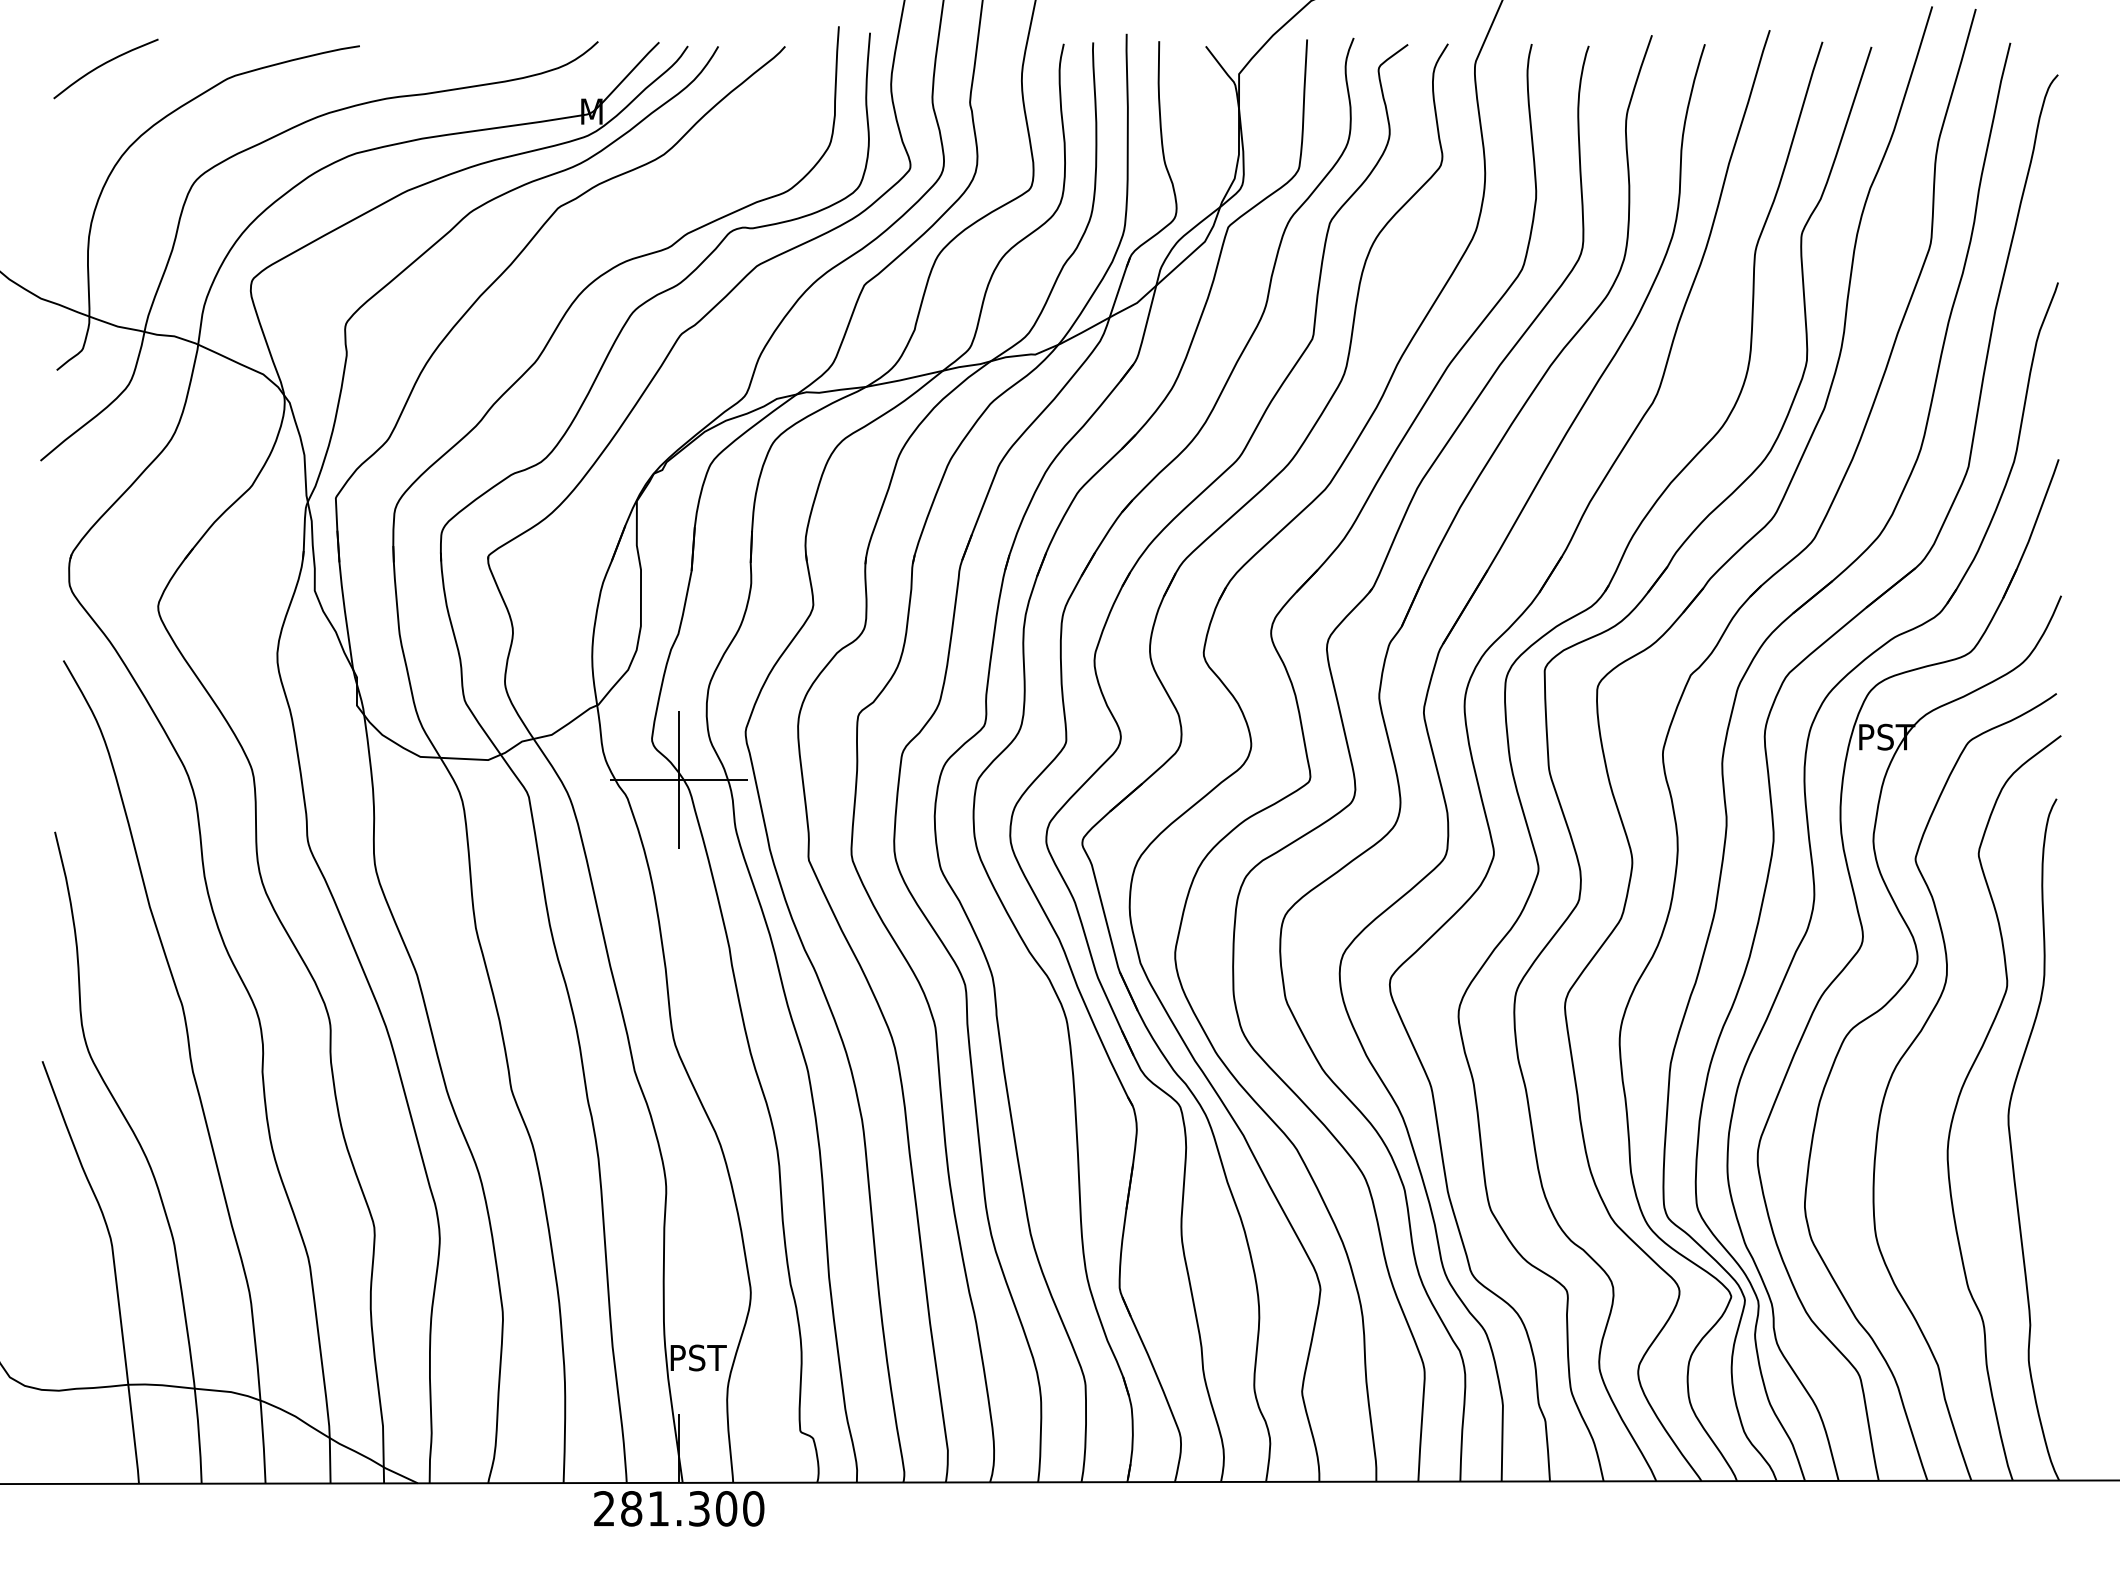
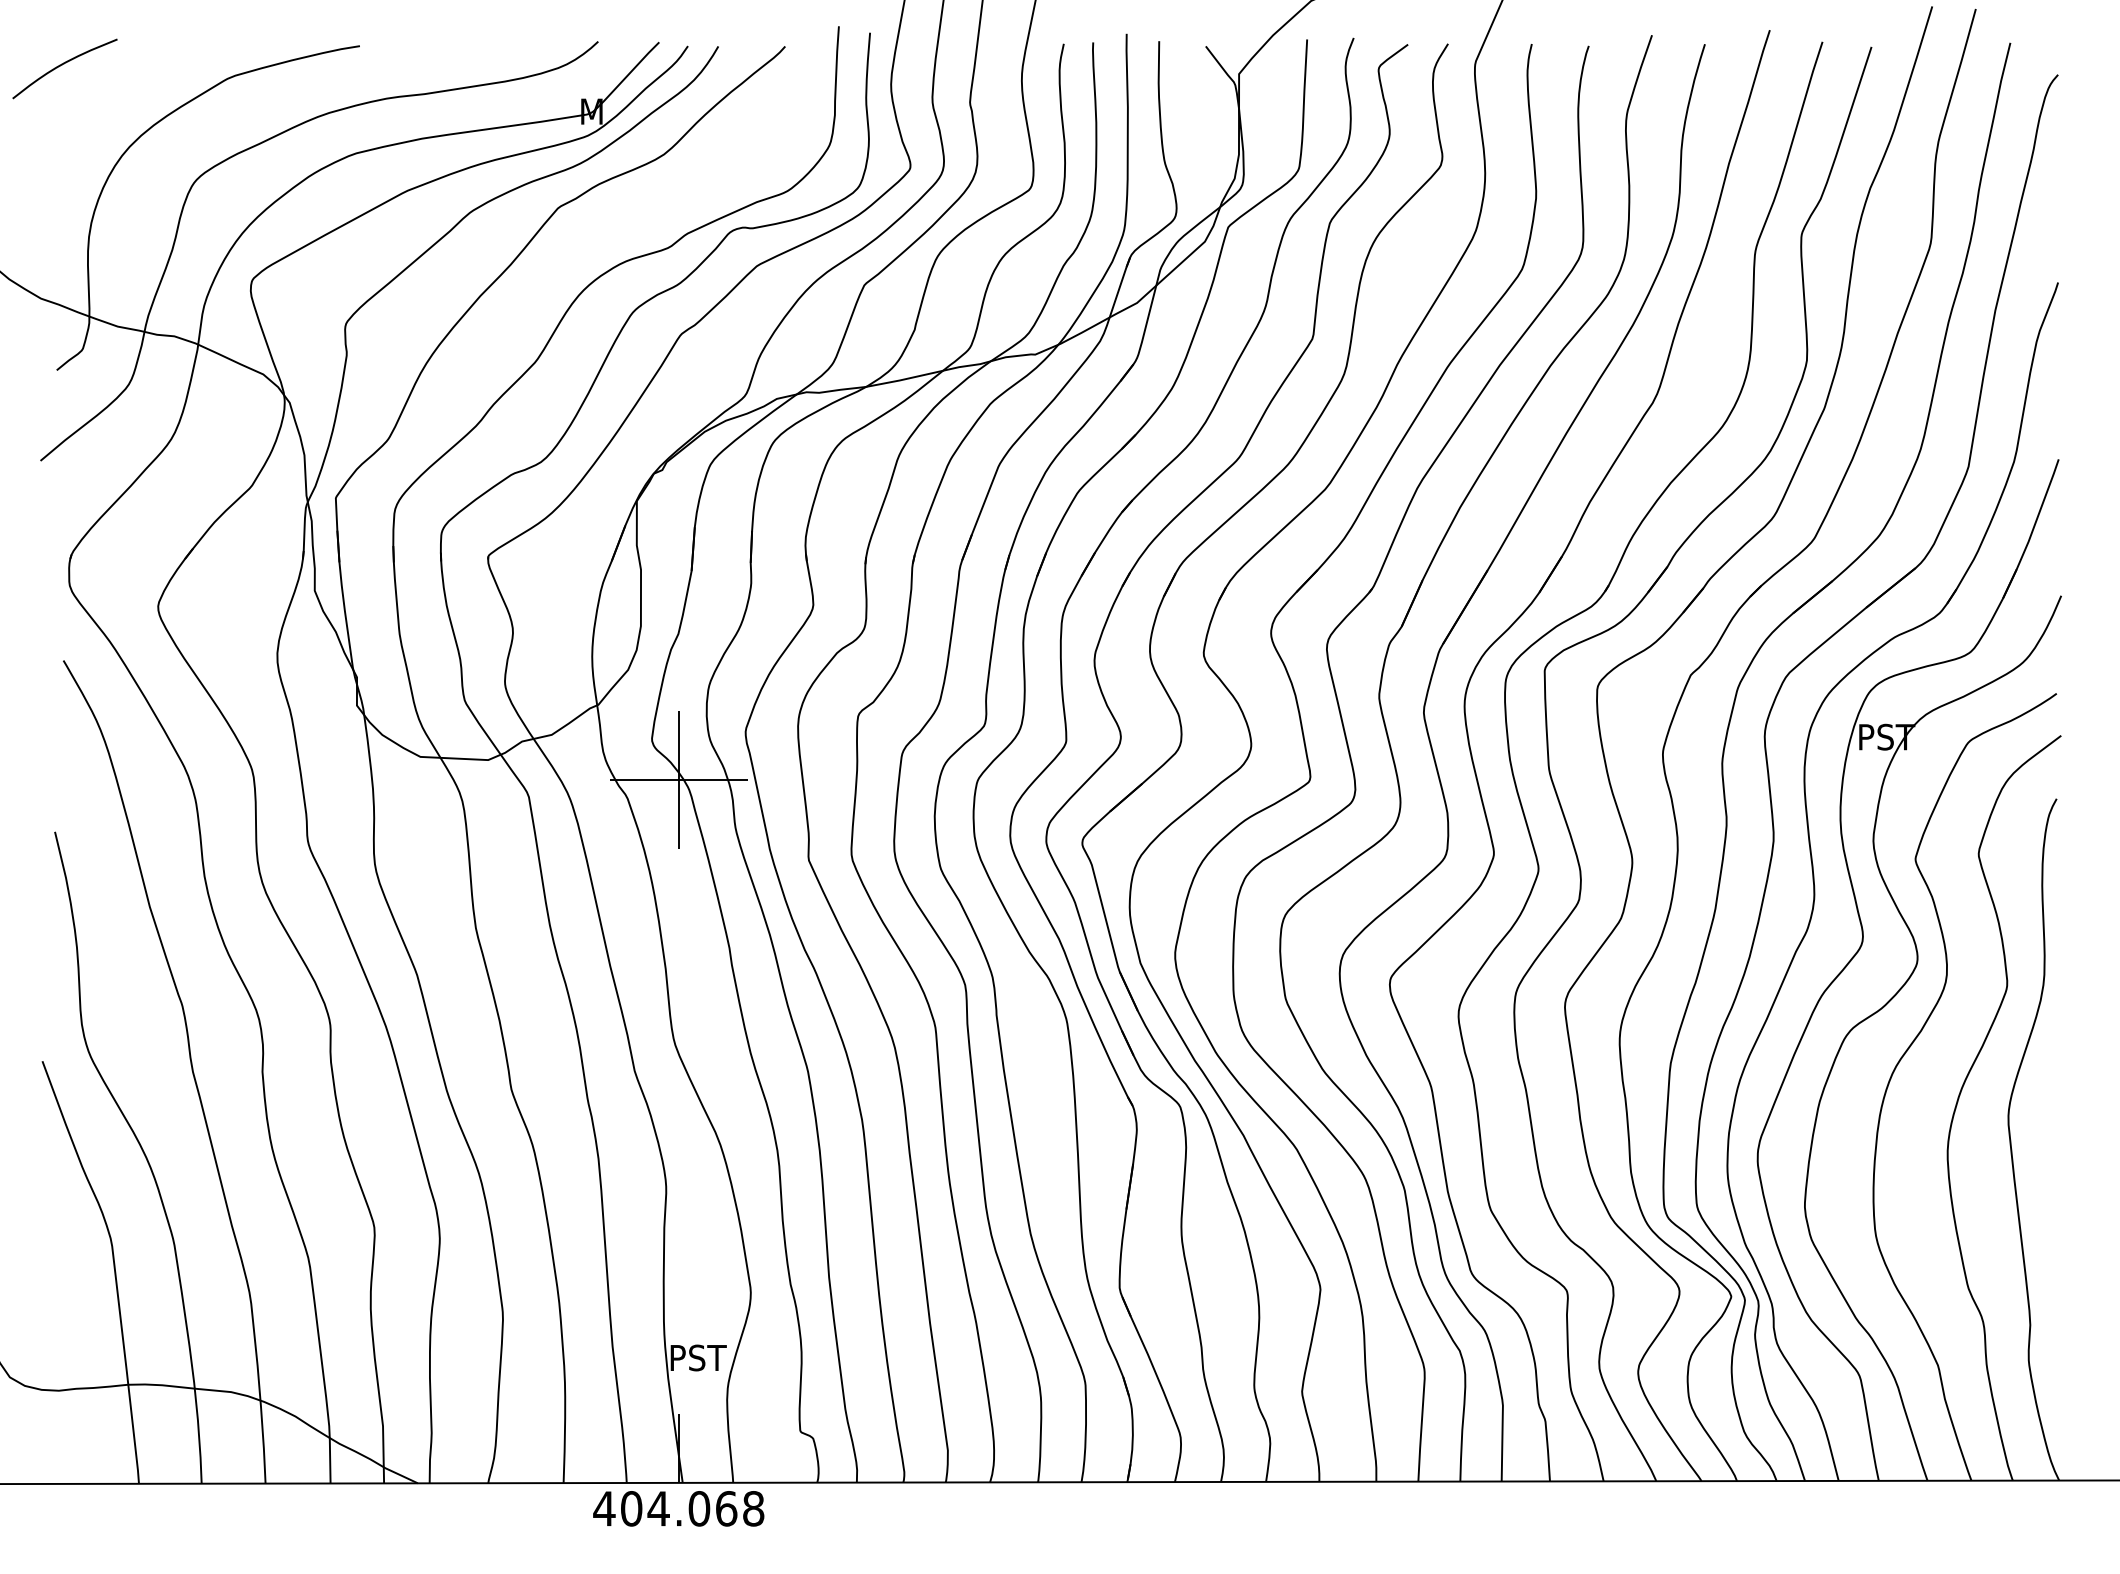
curve at (103, 65) position: (103, 65) -> (62, 65)
text at (678, 1508): 281.300 -> 404.068
